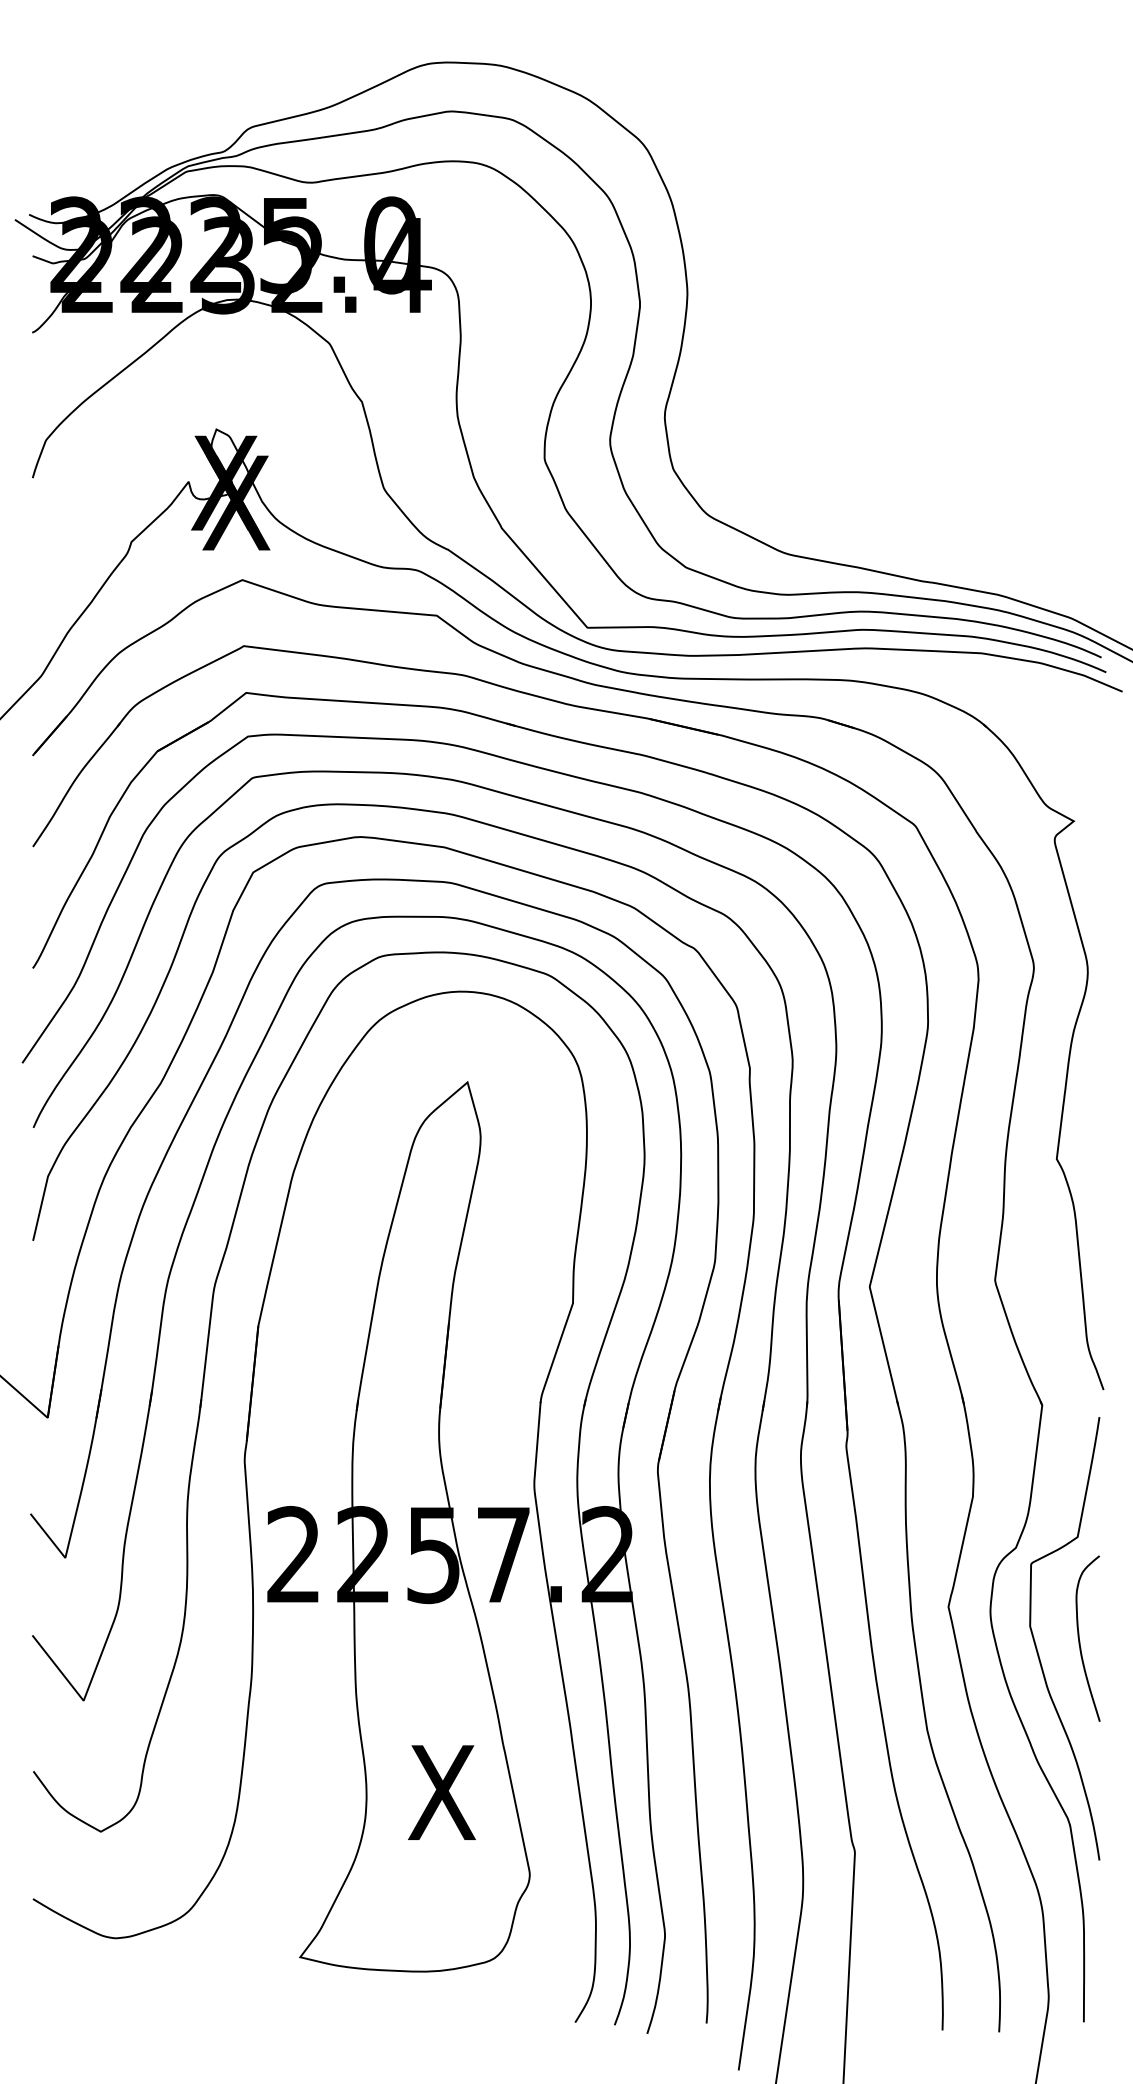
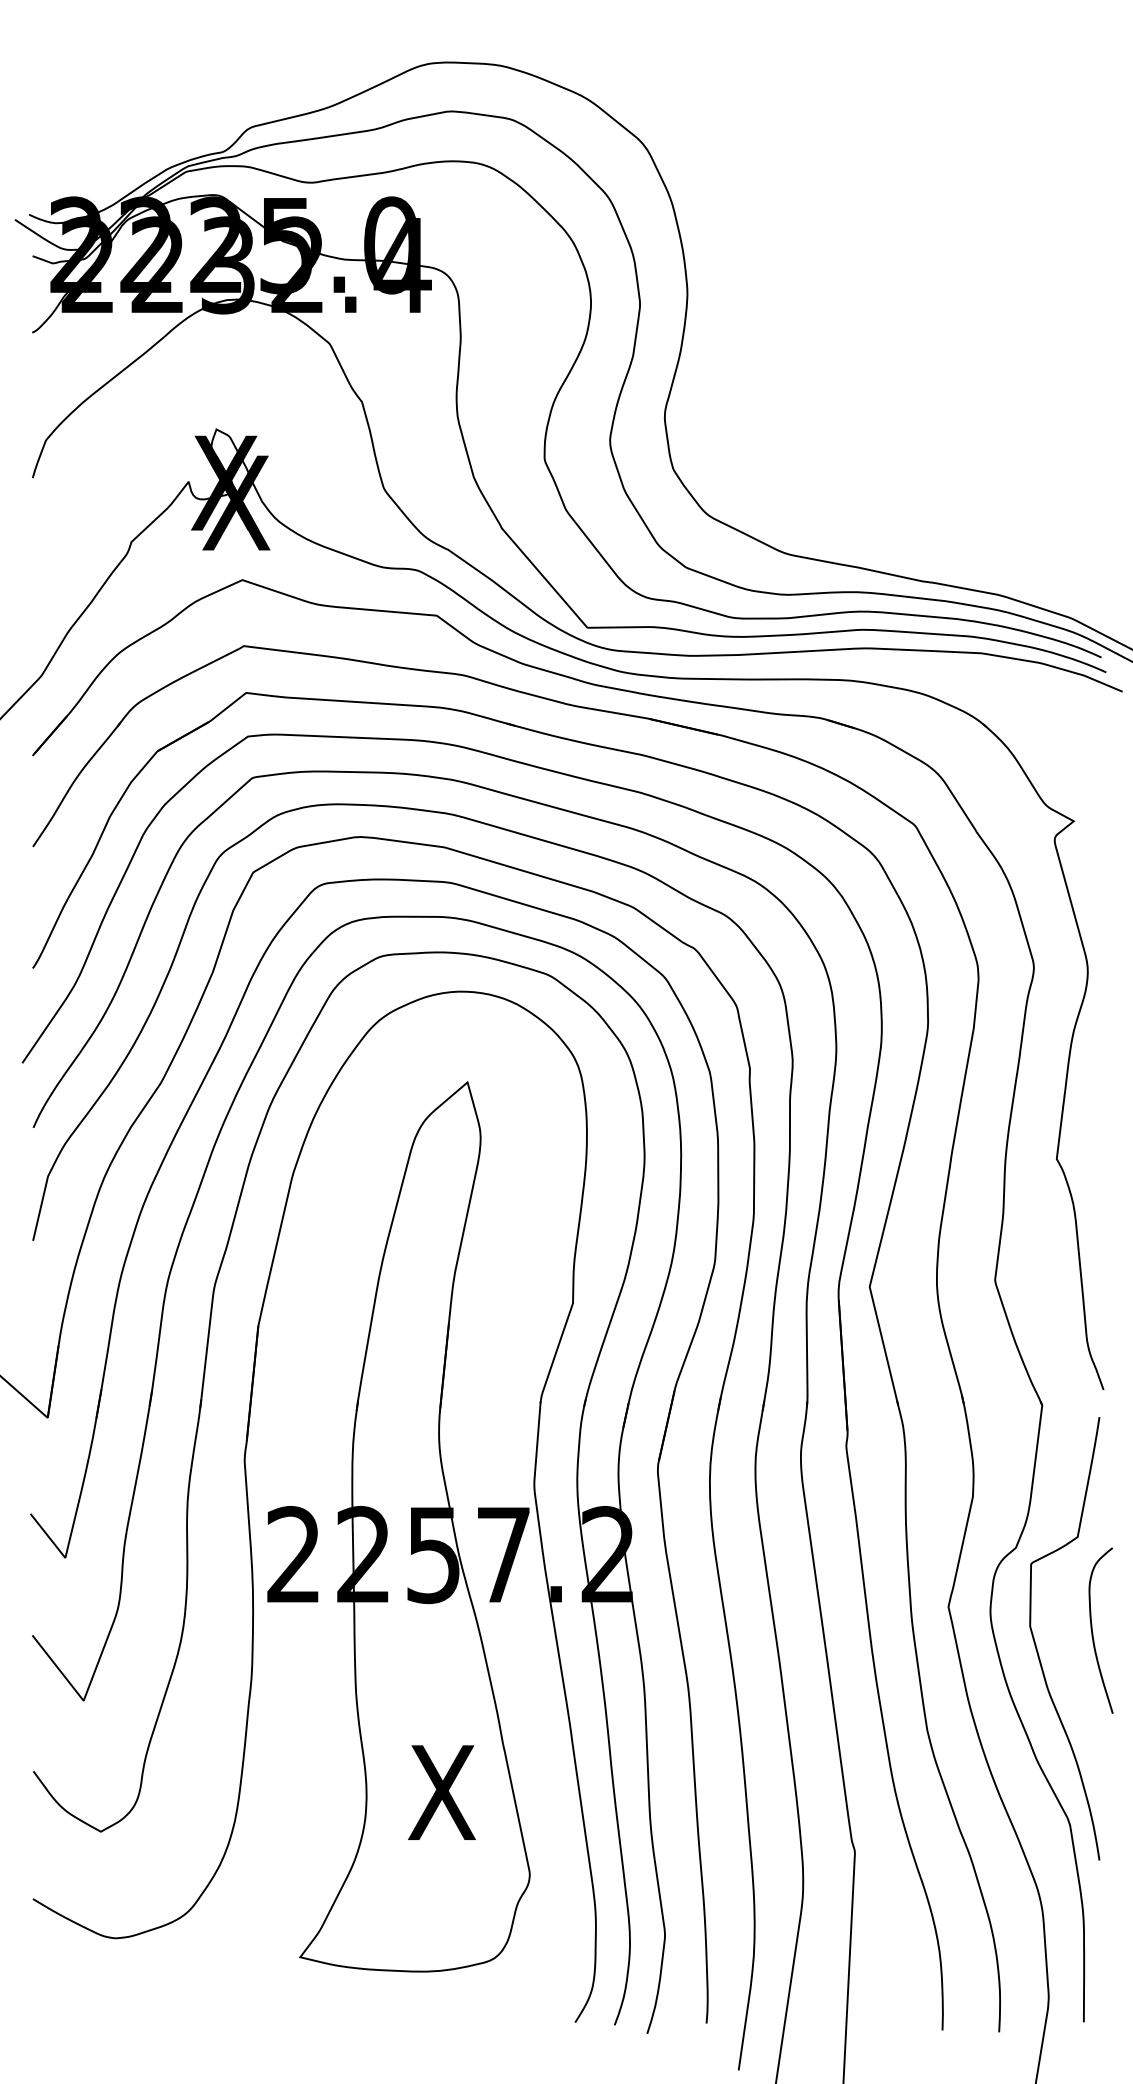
curve at (1080, 1641) position: (1080, 1641) -> (1093, 1633)
